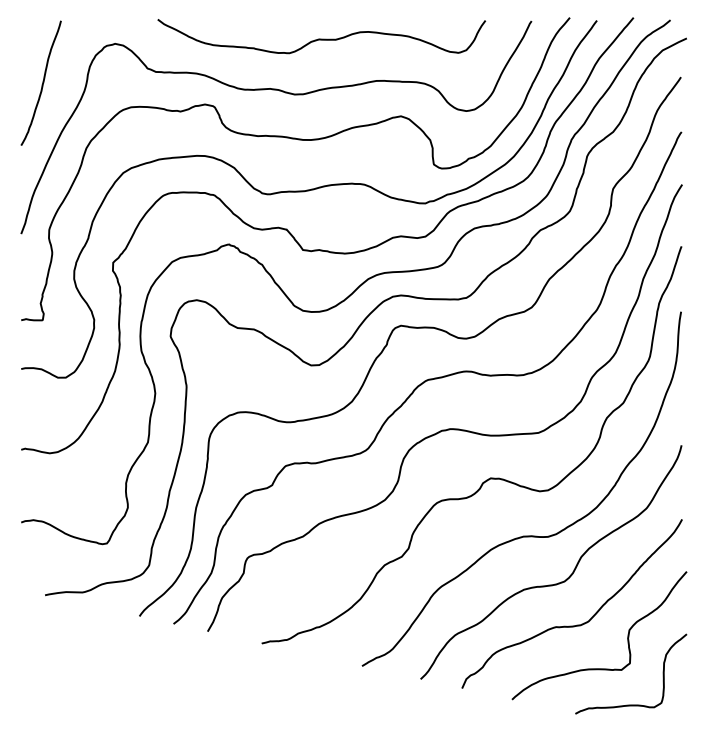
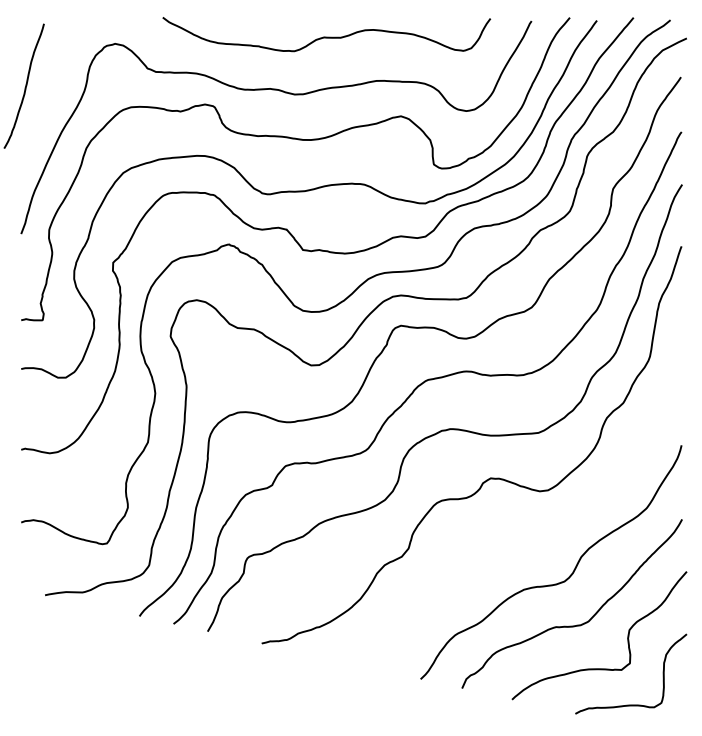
curve at (321, 38) position: (321, 38) -> (326, 36)
curve at (42, 82) position: (42, 82) -> (25, 85)
curve at (523, 535): present -> none
